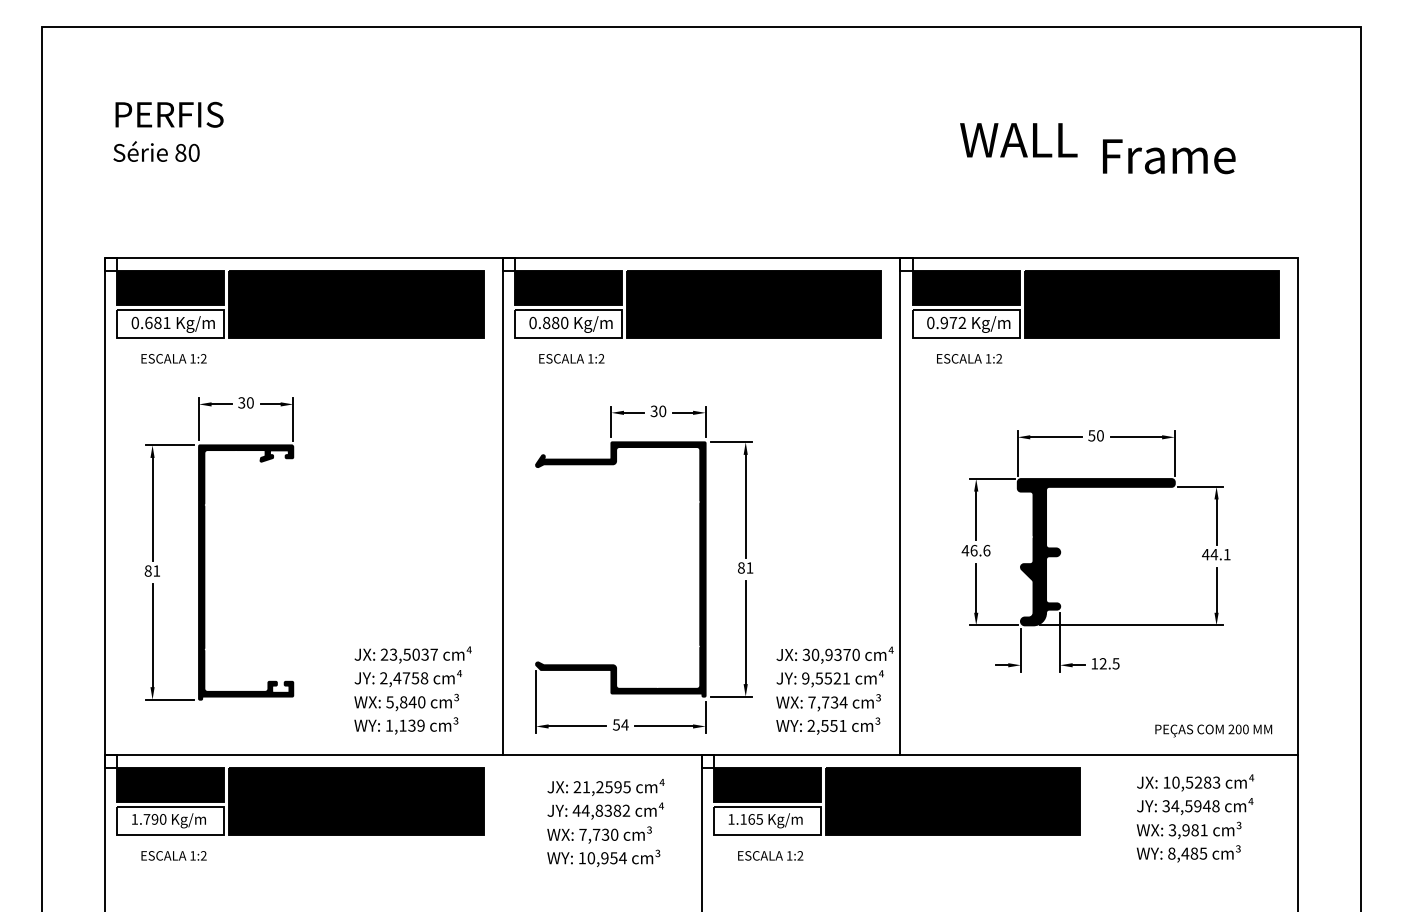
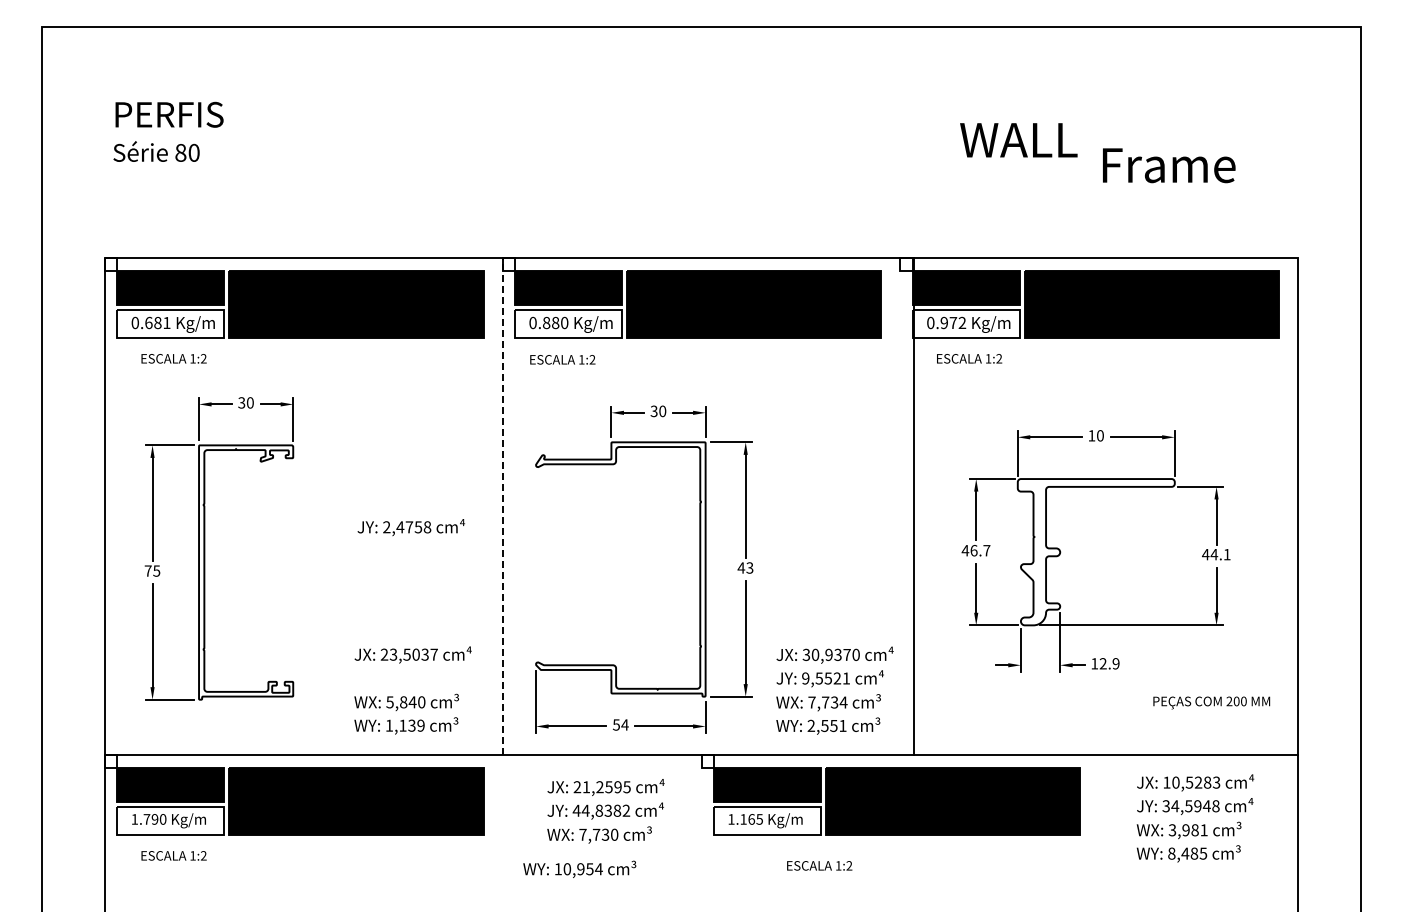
text at (1169, 156) position: (1169, 156) -> (1169, 165)
text at (571, 358) position: (571, 358) -> (562, 359)
text at (1091, 435): 50 -> 10
line at (502, 506): solid -> dashed
line at (900, 506) position: (900, 506) -> (914, 506)
text at (986, 550): 46.6 -> 46.7
fill at (1095, 552): present -> none
text at (745, 567): 81 -> 43
fill at (620, 569): present -> none
text at (152, 570): 81 -> 75
fill at (246, 572): present -> none
text at (1115, 663): 12.5 -> 12.9
text at (407, 678) position: (407, 678) -> (410, 527)
text at (1213, 730) position: (1213, 730) -> (1211, 702)
line at (701, 831): present -> none
text at (770, 855) position: (770, 855) -> (819, 865)
text at (603, 857) position: (603, 857) -> (579, 868)
